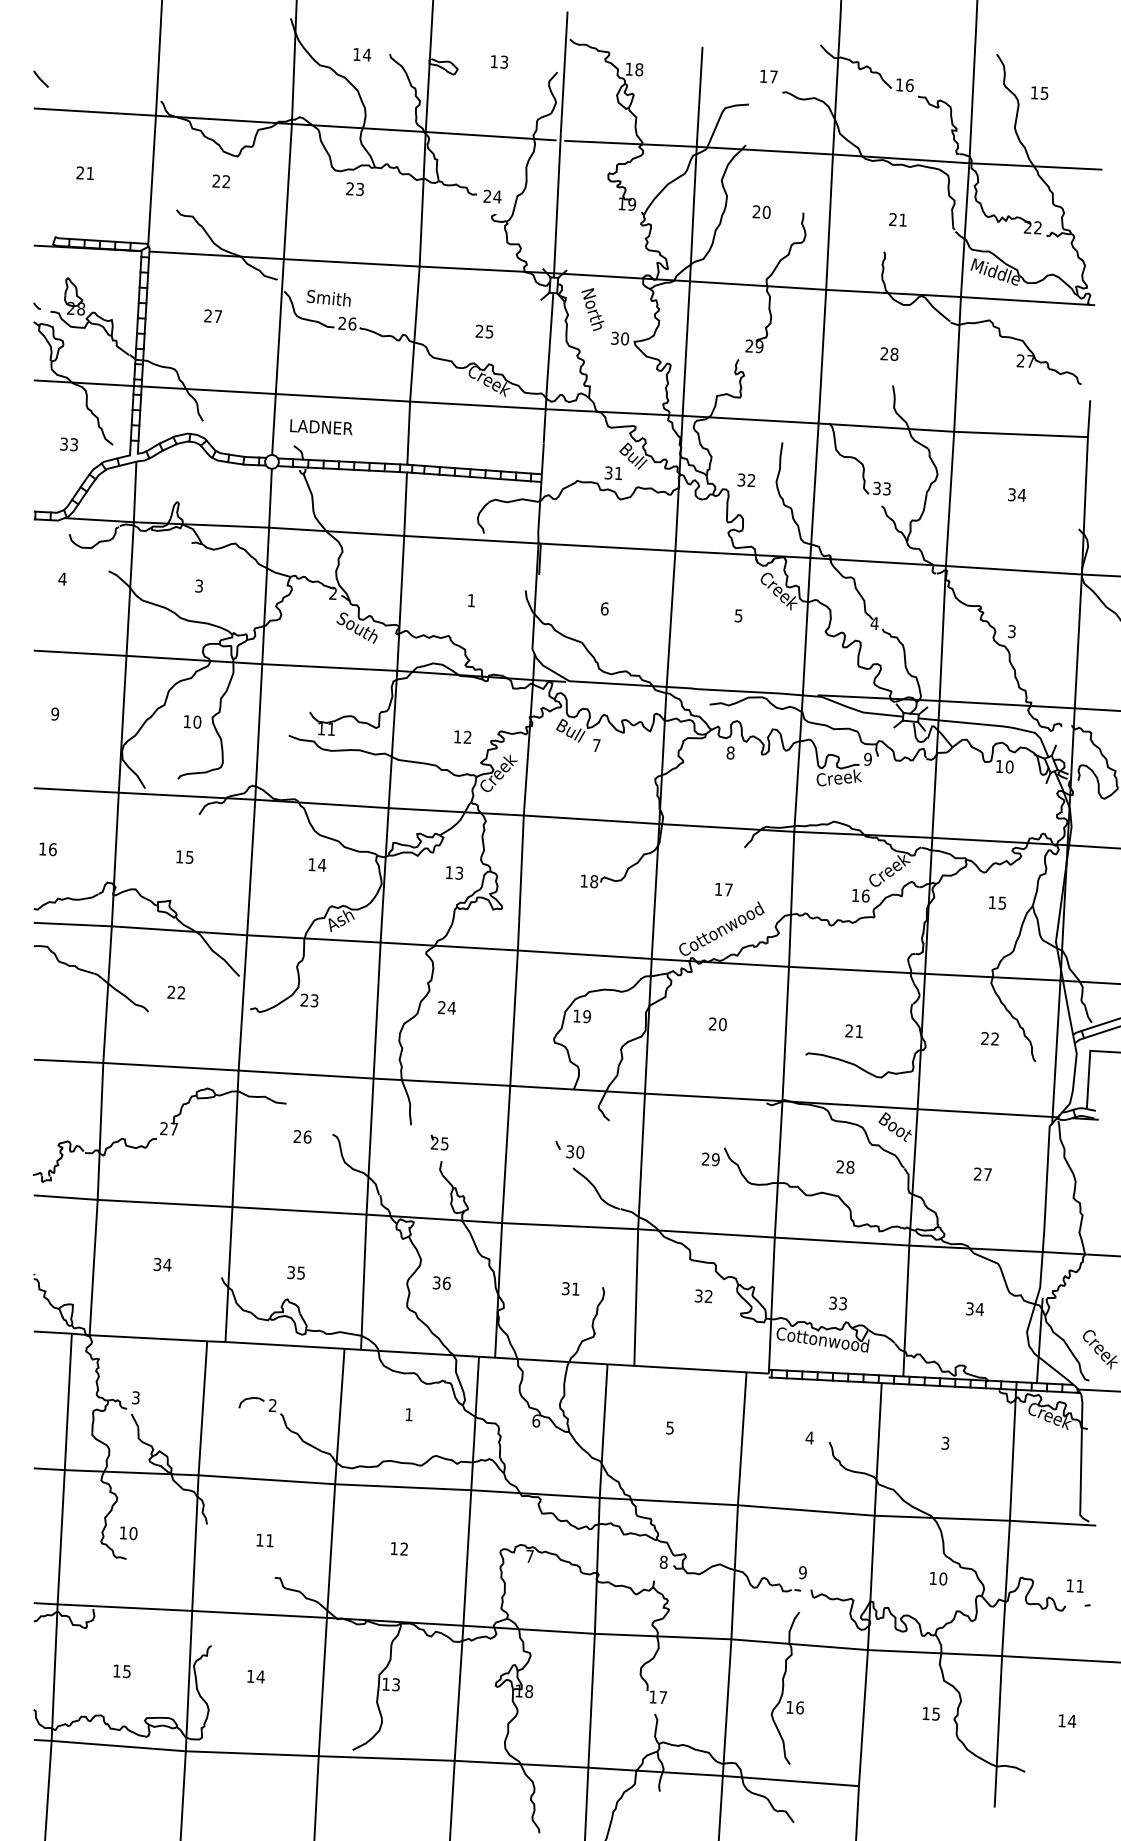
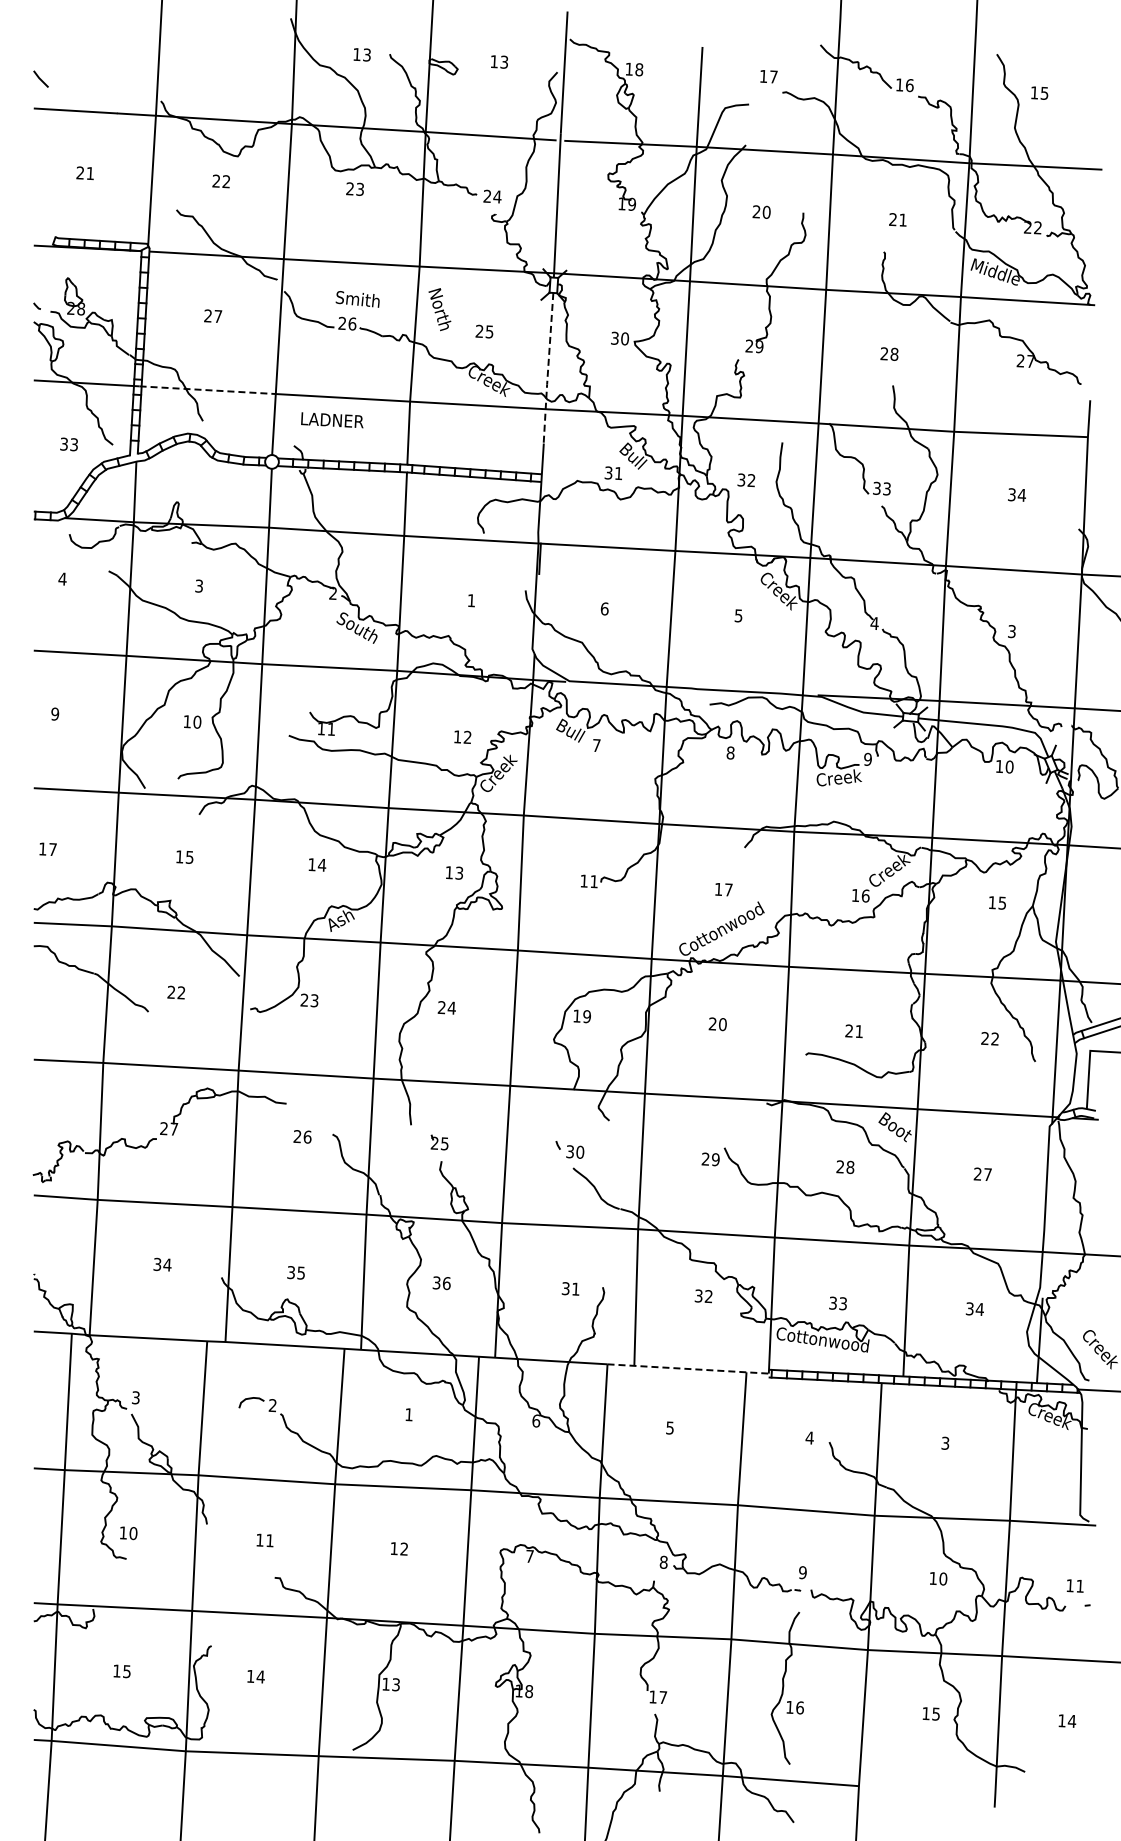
text at (366, 54): 14 -> 13
text at (328, 298) position: (328, 298) -> (357, 299)
text at (592, 309) position: (592, 309) -> (439, 309)
line at (548, 368): solid -> dashed
line at (208, 390): solid -> dashed
text at (321, 427) position: (321, 427) -> (332, 420)
text at (52, 849): 16 -> 17
text at (594, 881): 18 -> 11
line at (688, 1368): solid -> dashed
